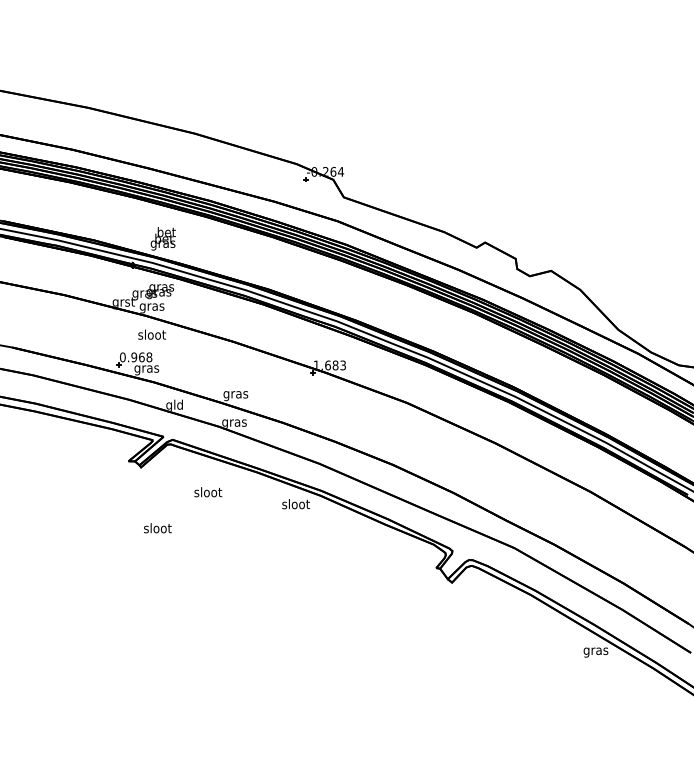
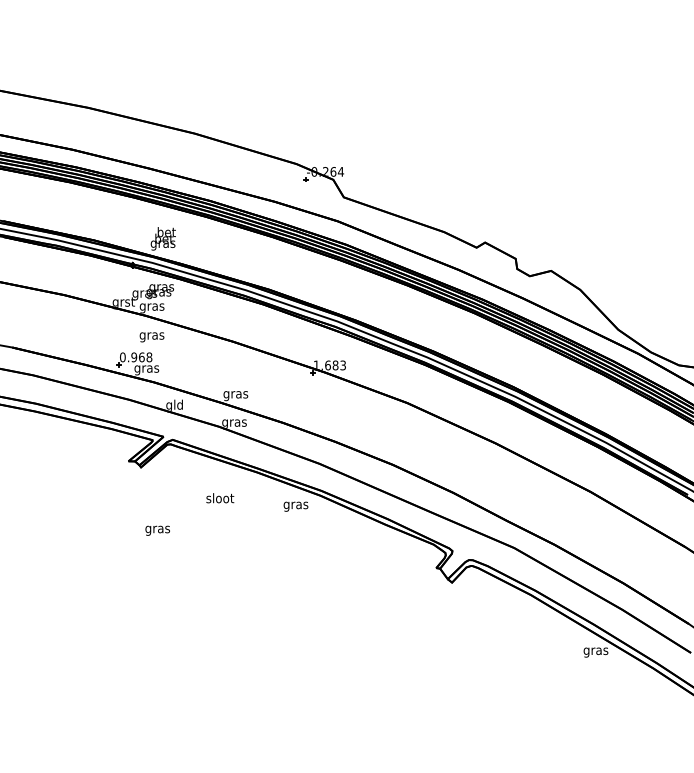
text at (152, 335): sloot -> gras
text at (208, 492) position: (208, 492) -> (220, 498)
text at (296, 505): sloot -> gras
text at (157, 529): sloot -> gras
